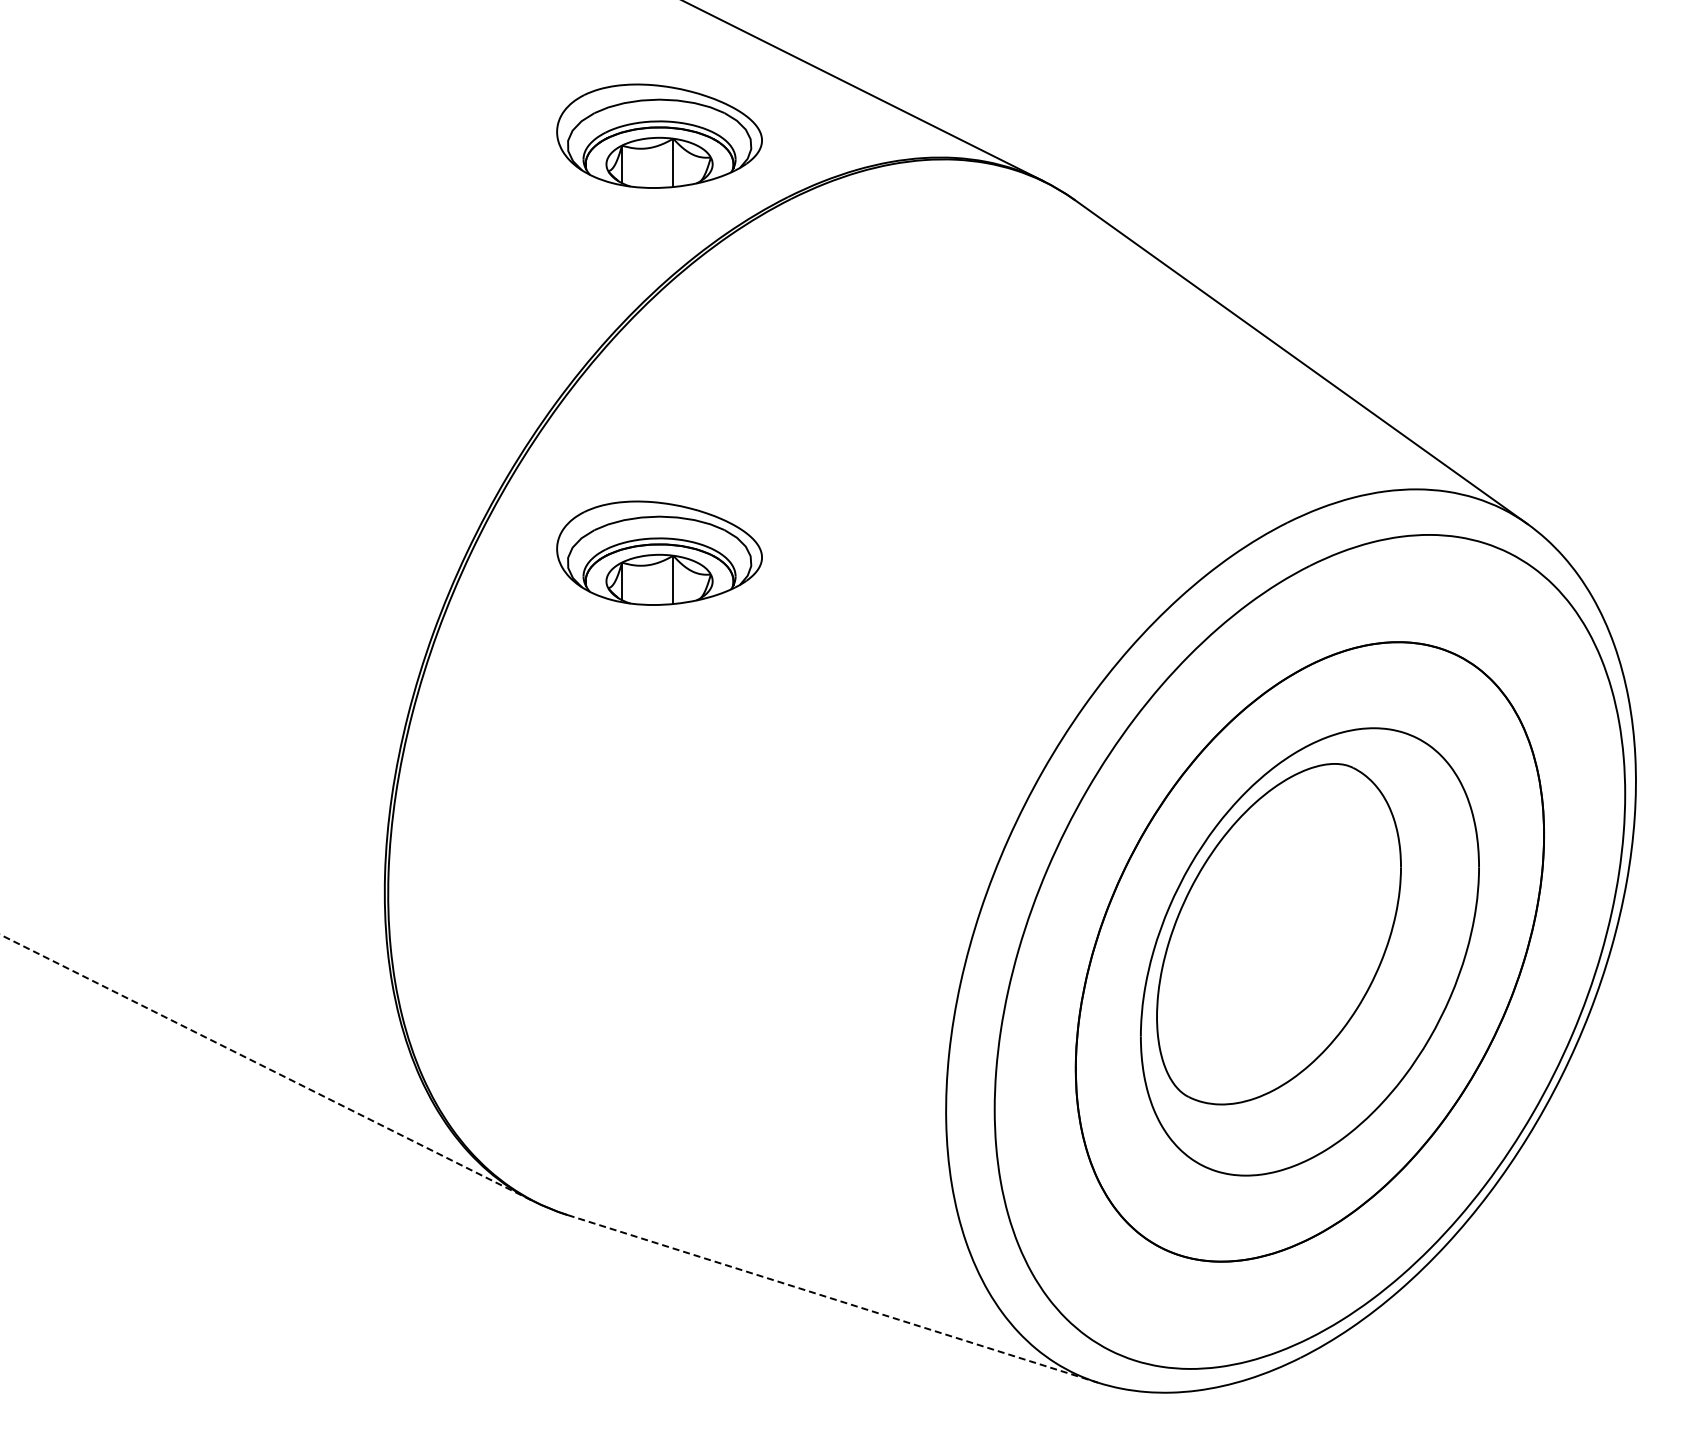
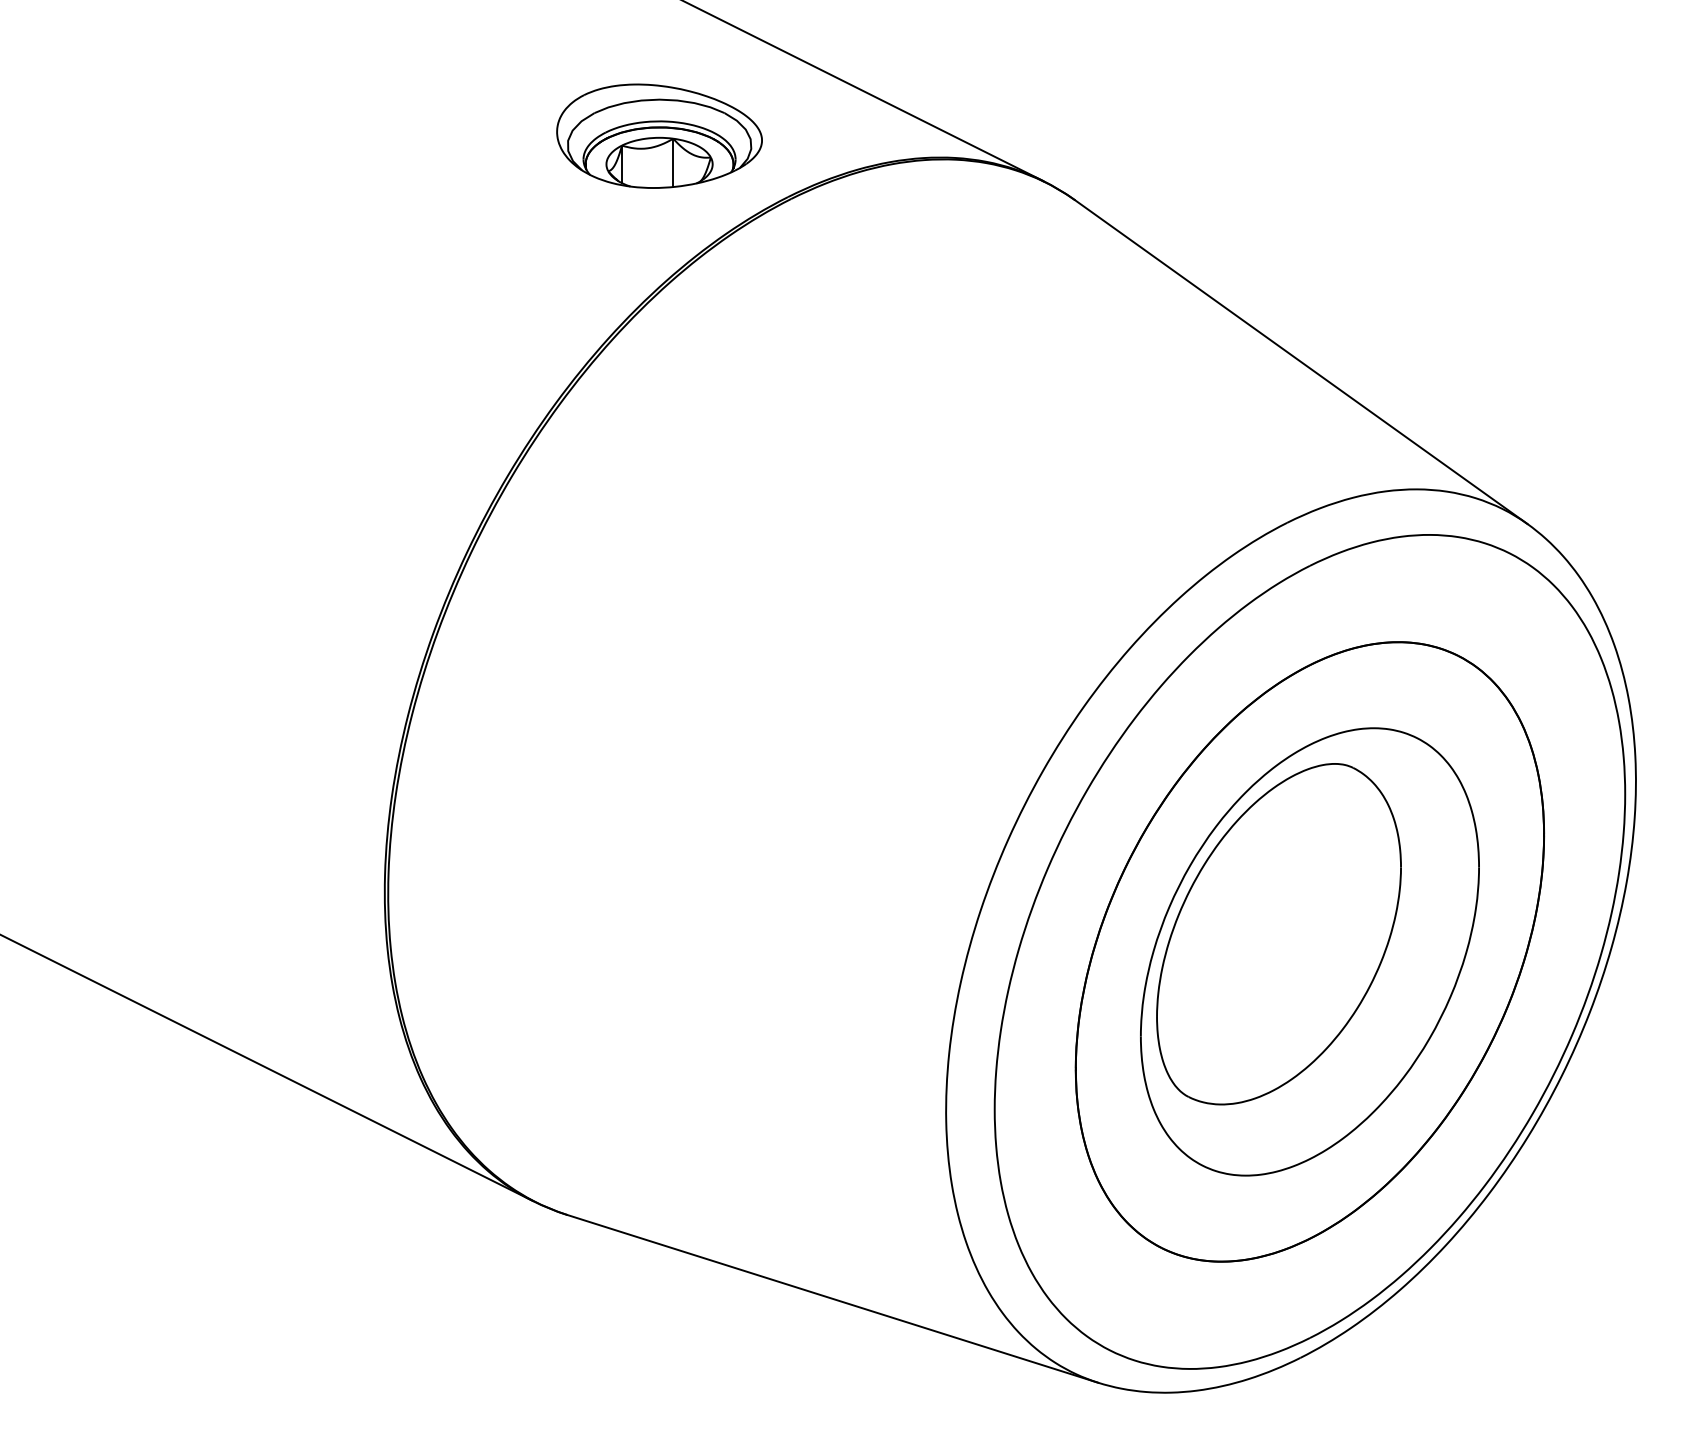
part at (659, 552): present -> none
line at (267, 1068): dashed -> solid
line at (833, 1299): dashed -> solid
